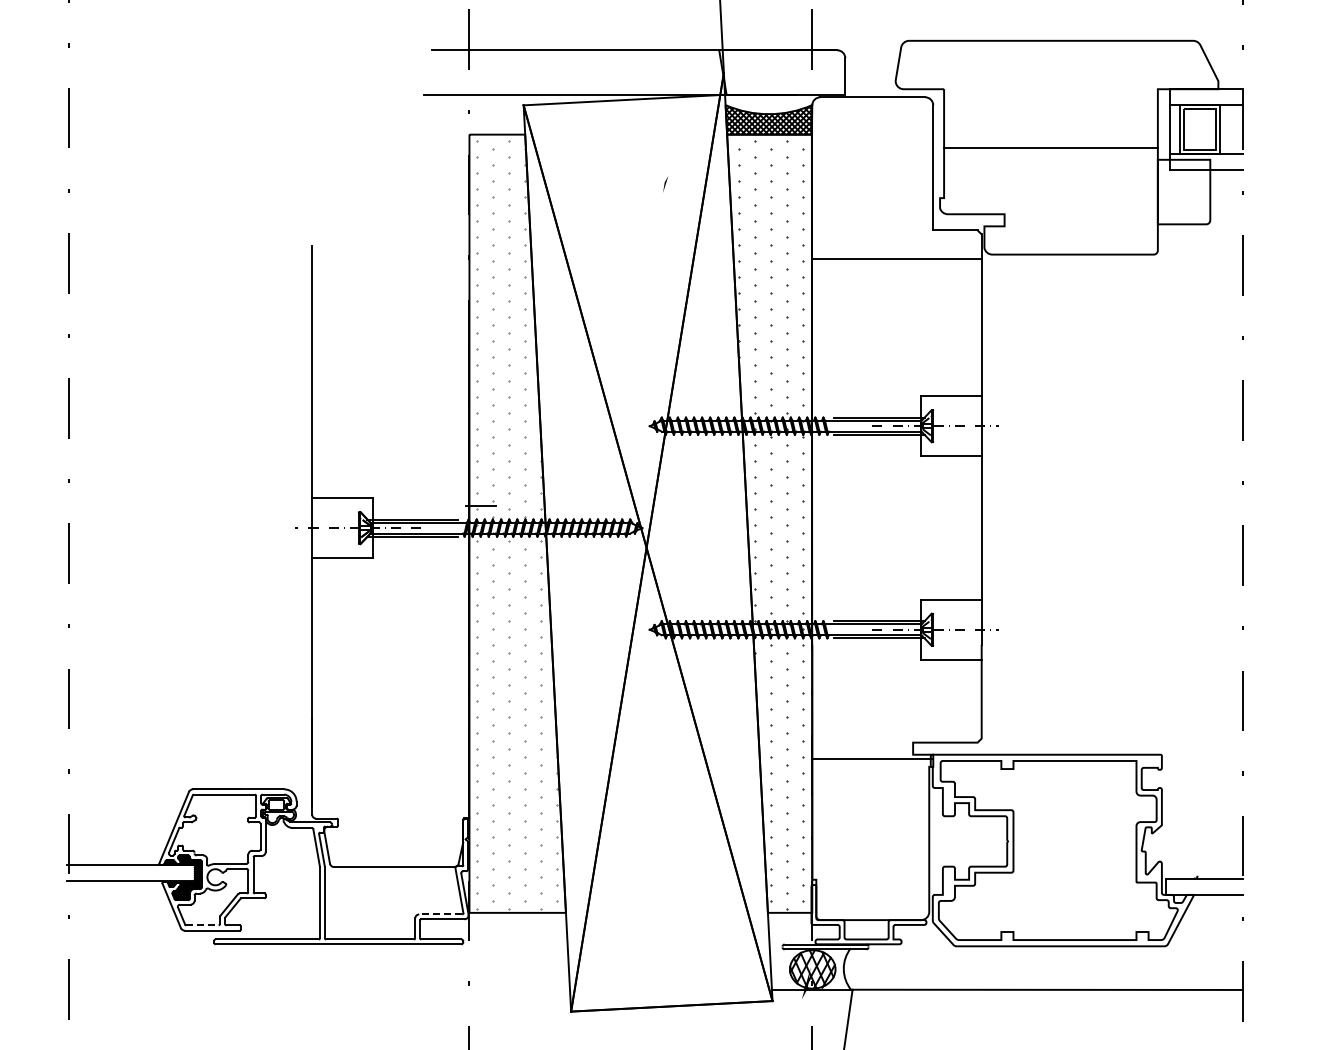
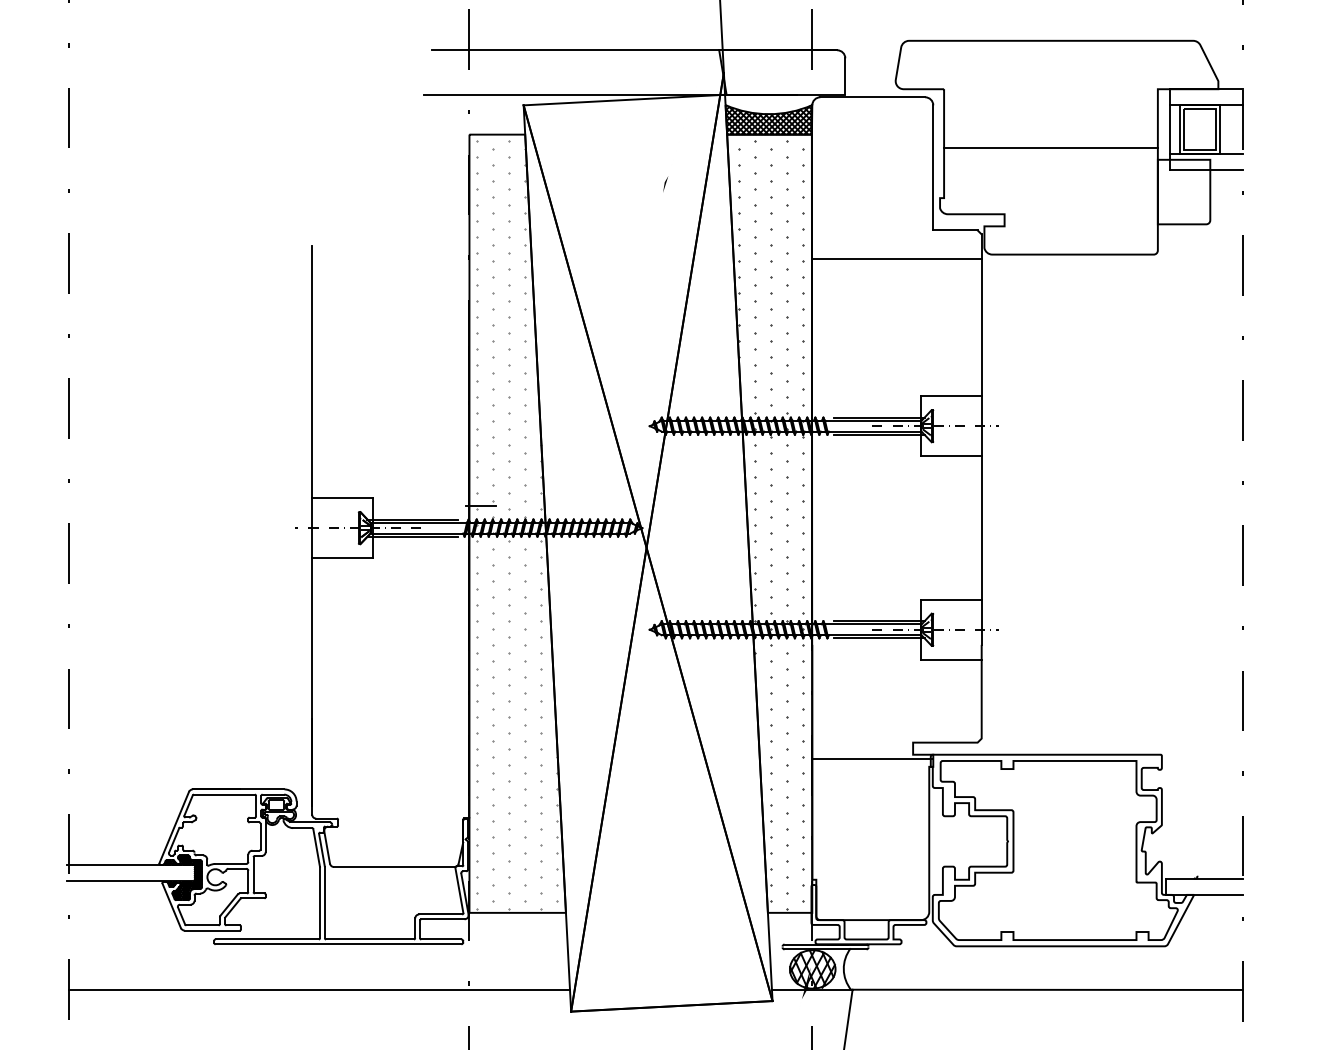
line at (440, 914): dashed -> solid
line at (202, 925): dashed -> solid
line at (319, 989): none -> present
